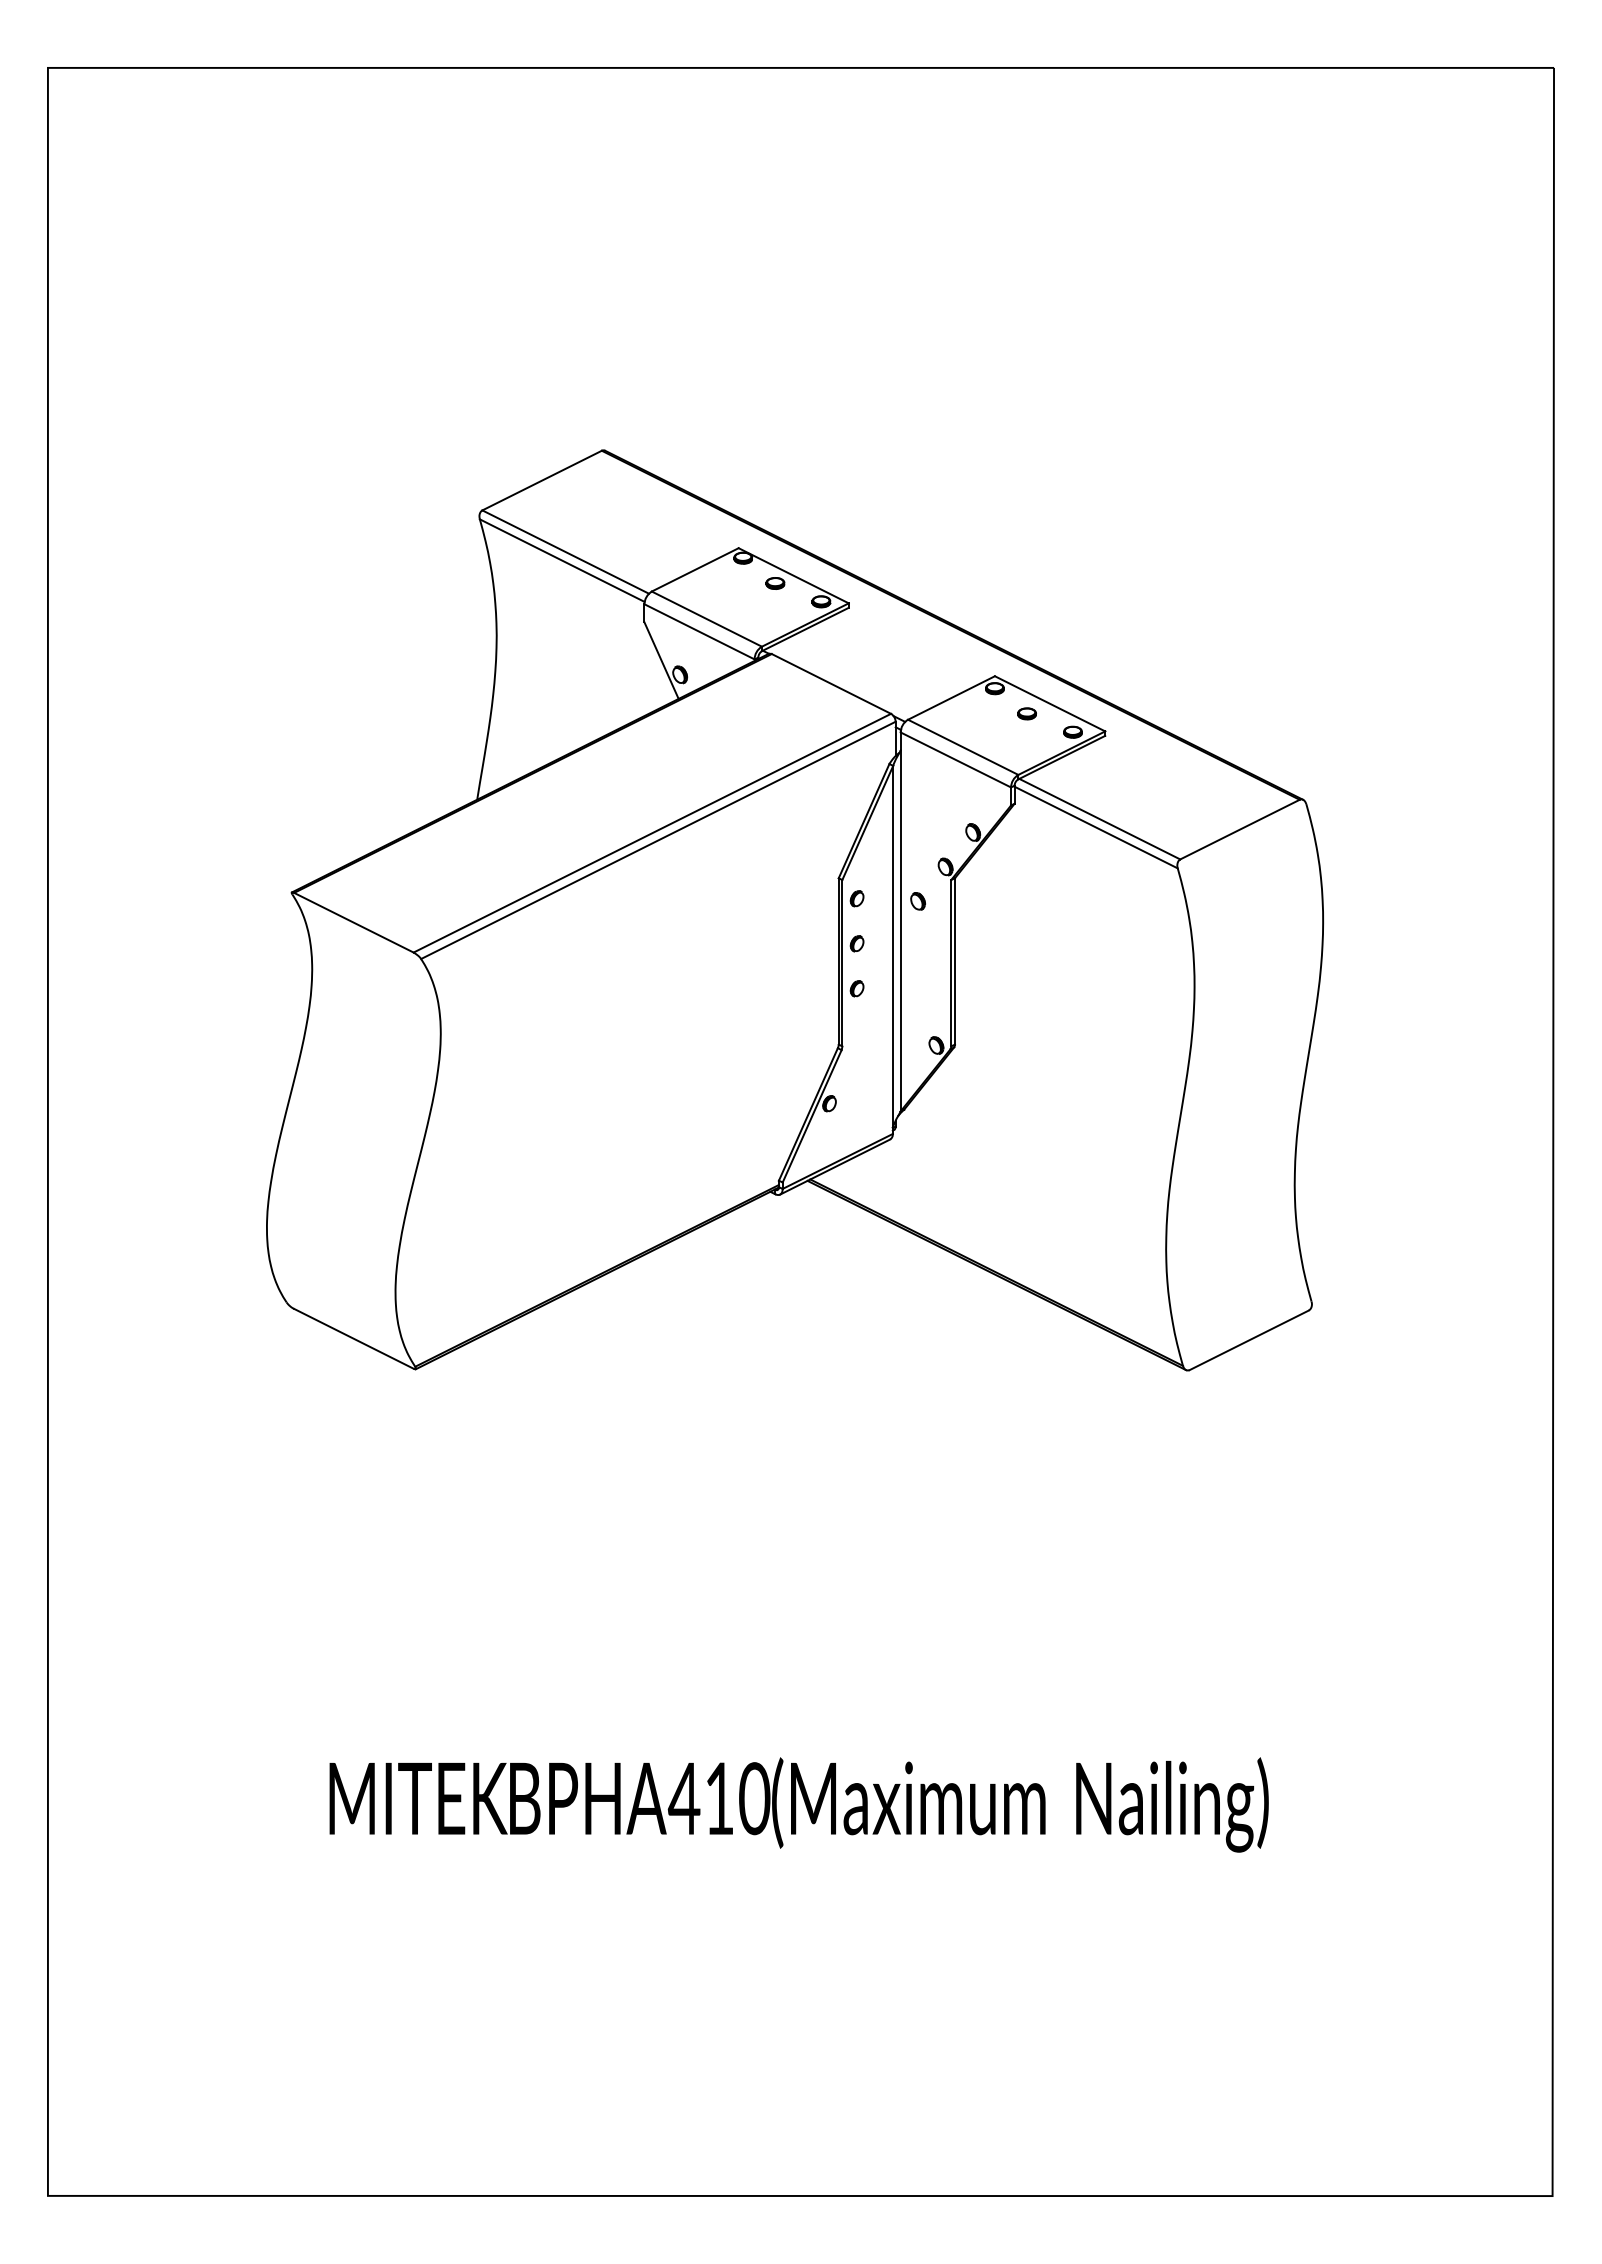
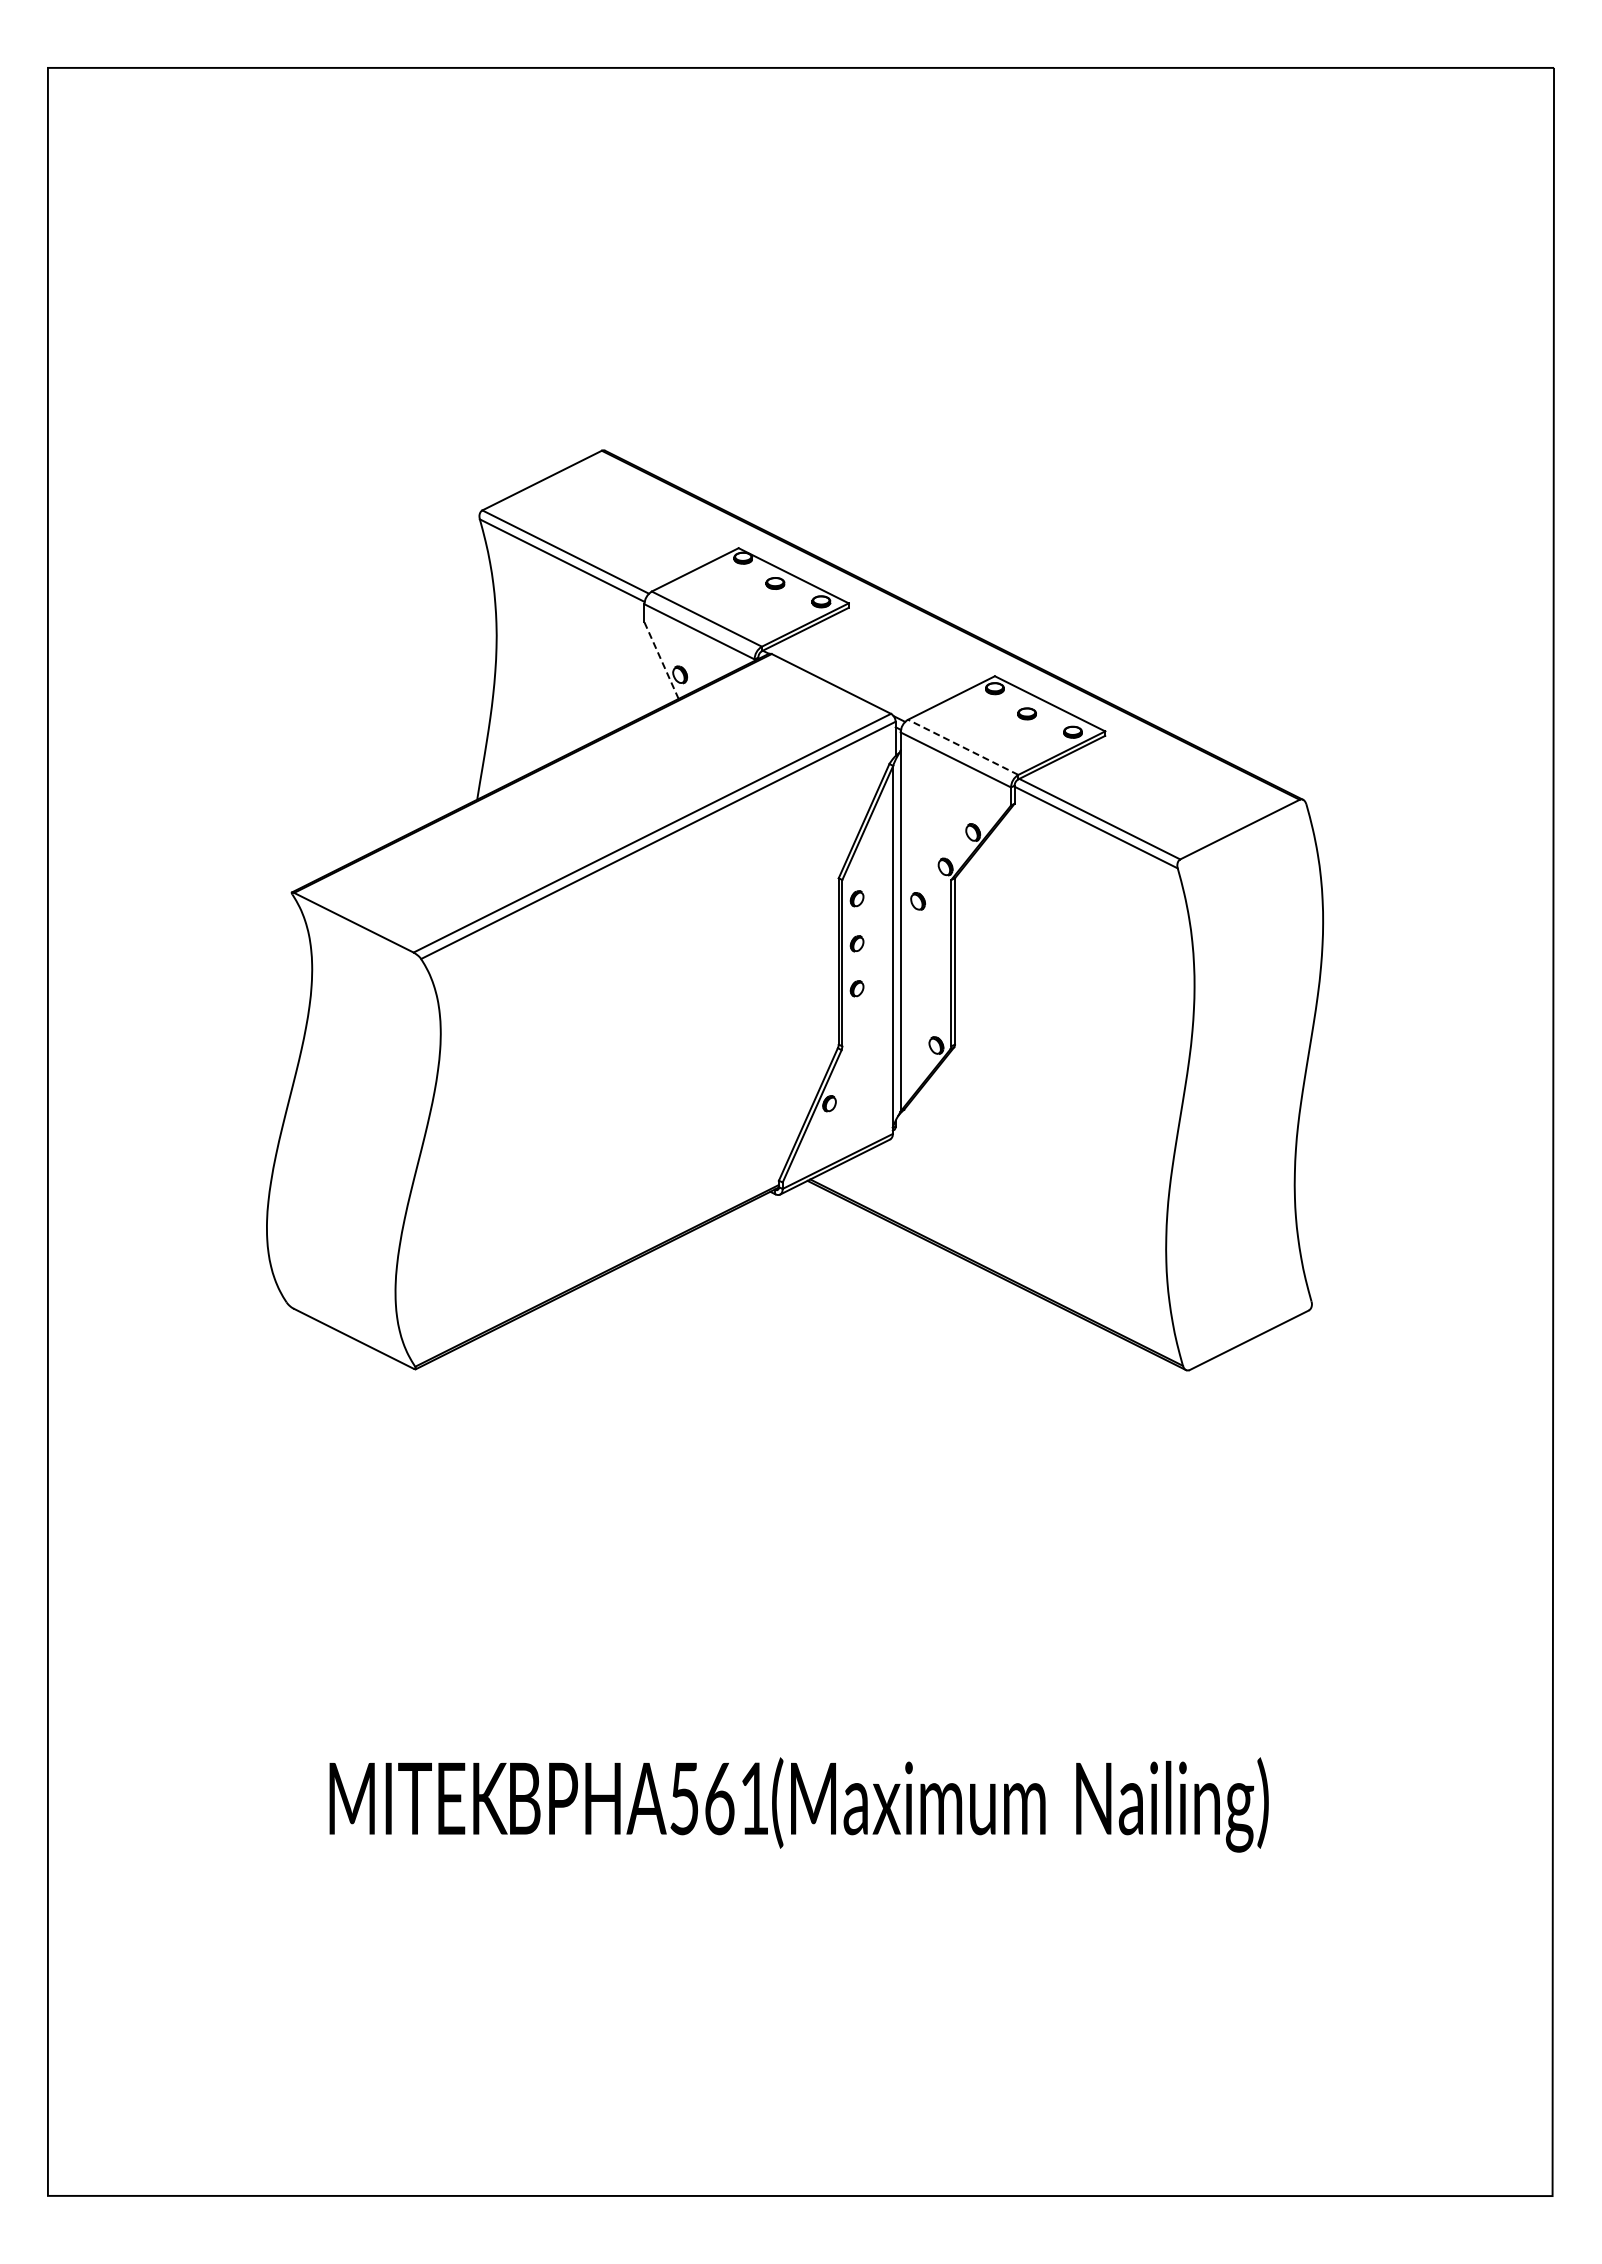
line at (661, 660): solid -> dashed
line at (963, 747): solid -> dashed
text at (718, 1798): BPHA410 -> BPHA561
